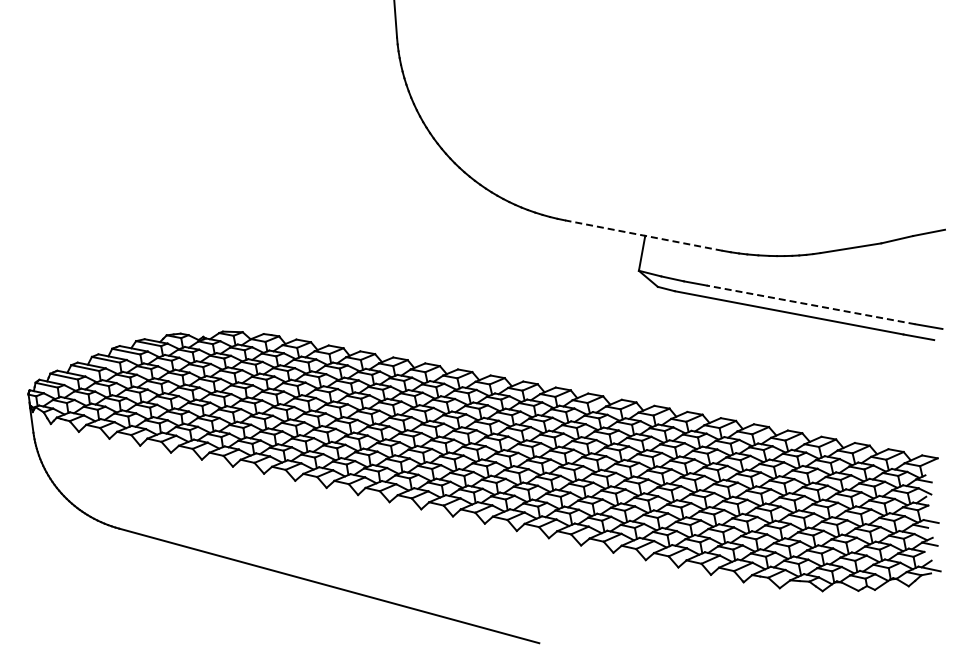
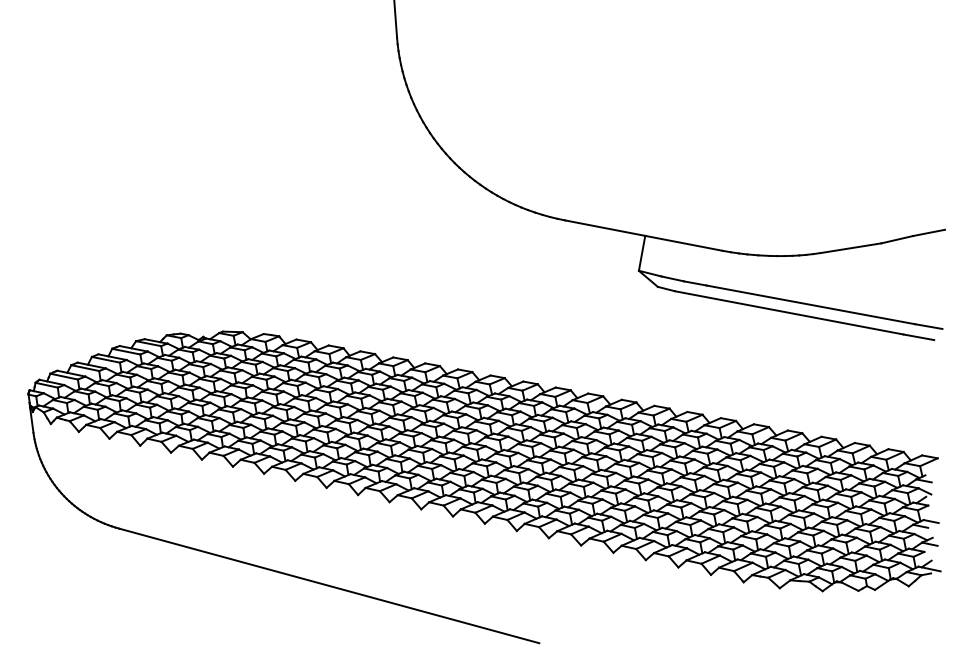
line at (643, 235): dashed -> solid
line at (810, 304): dashed -> solid
